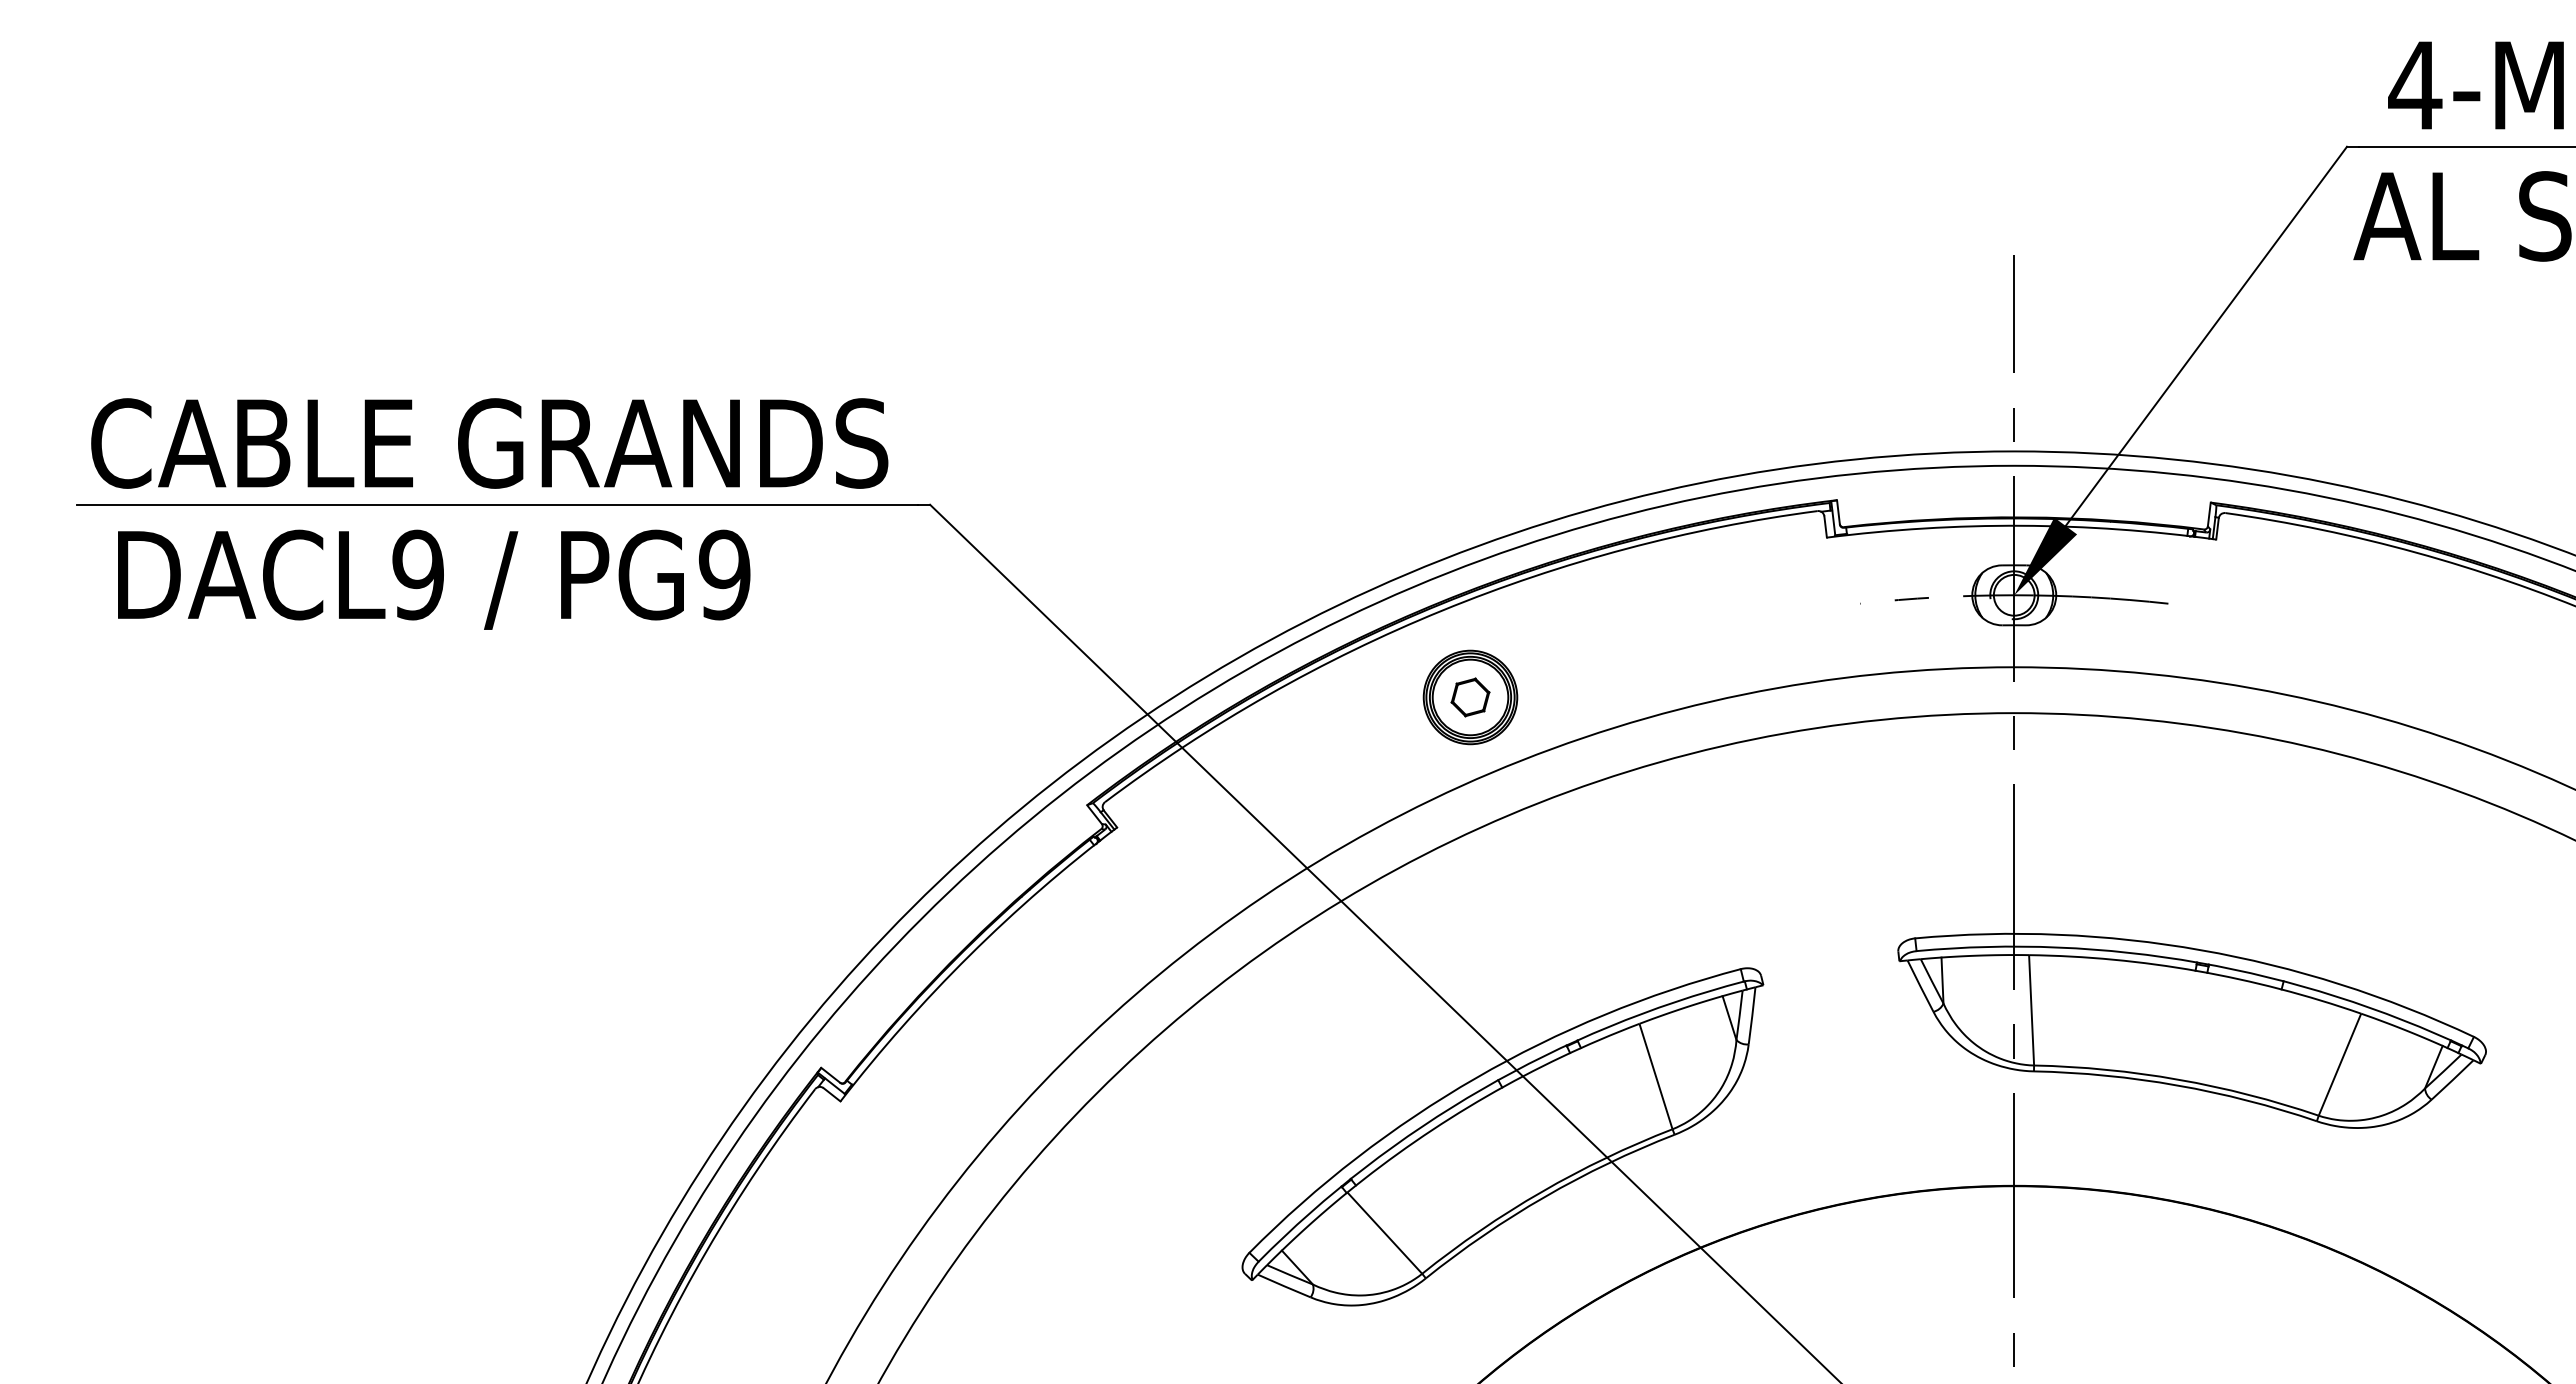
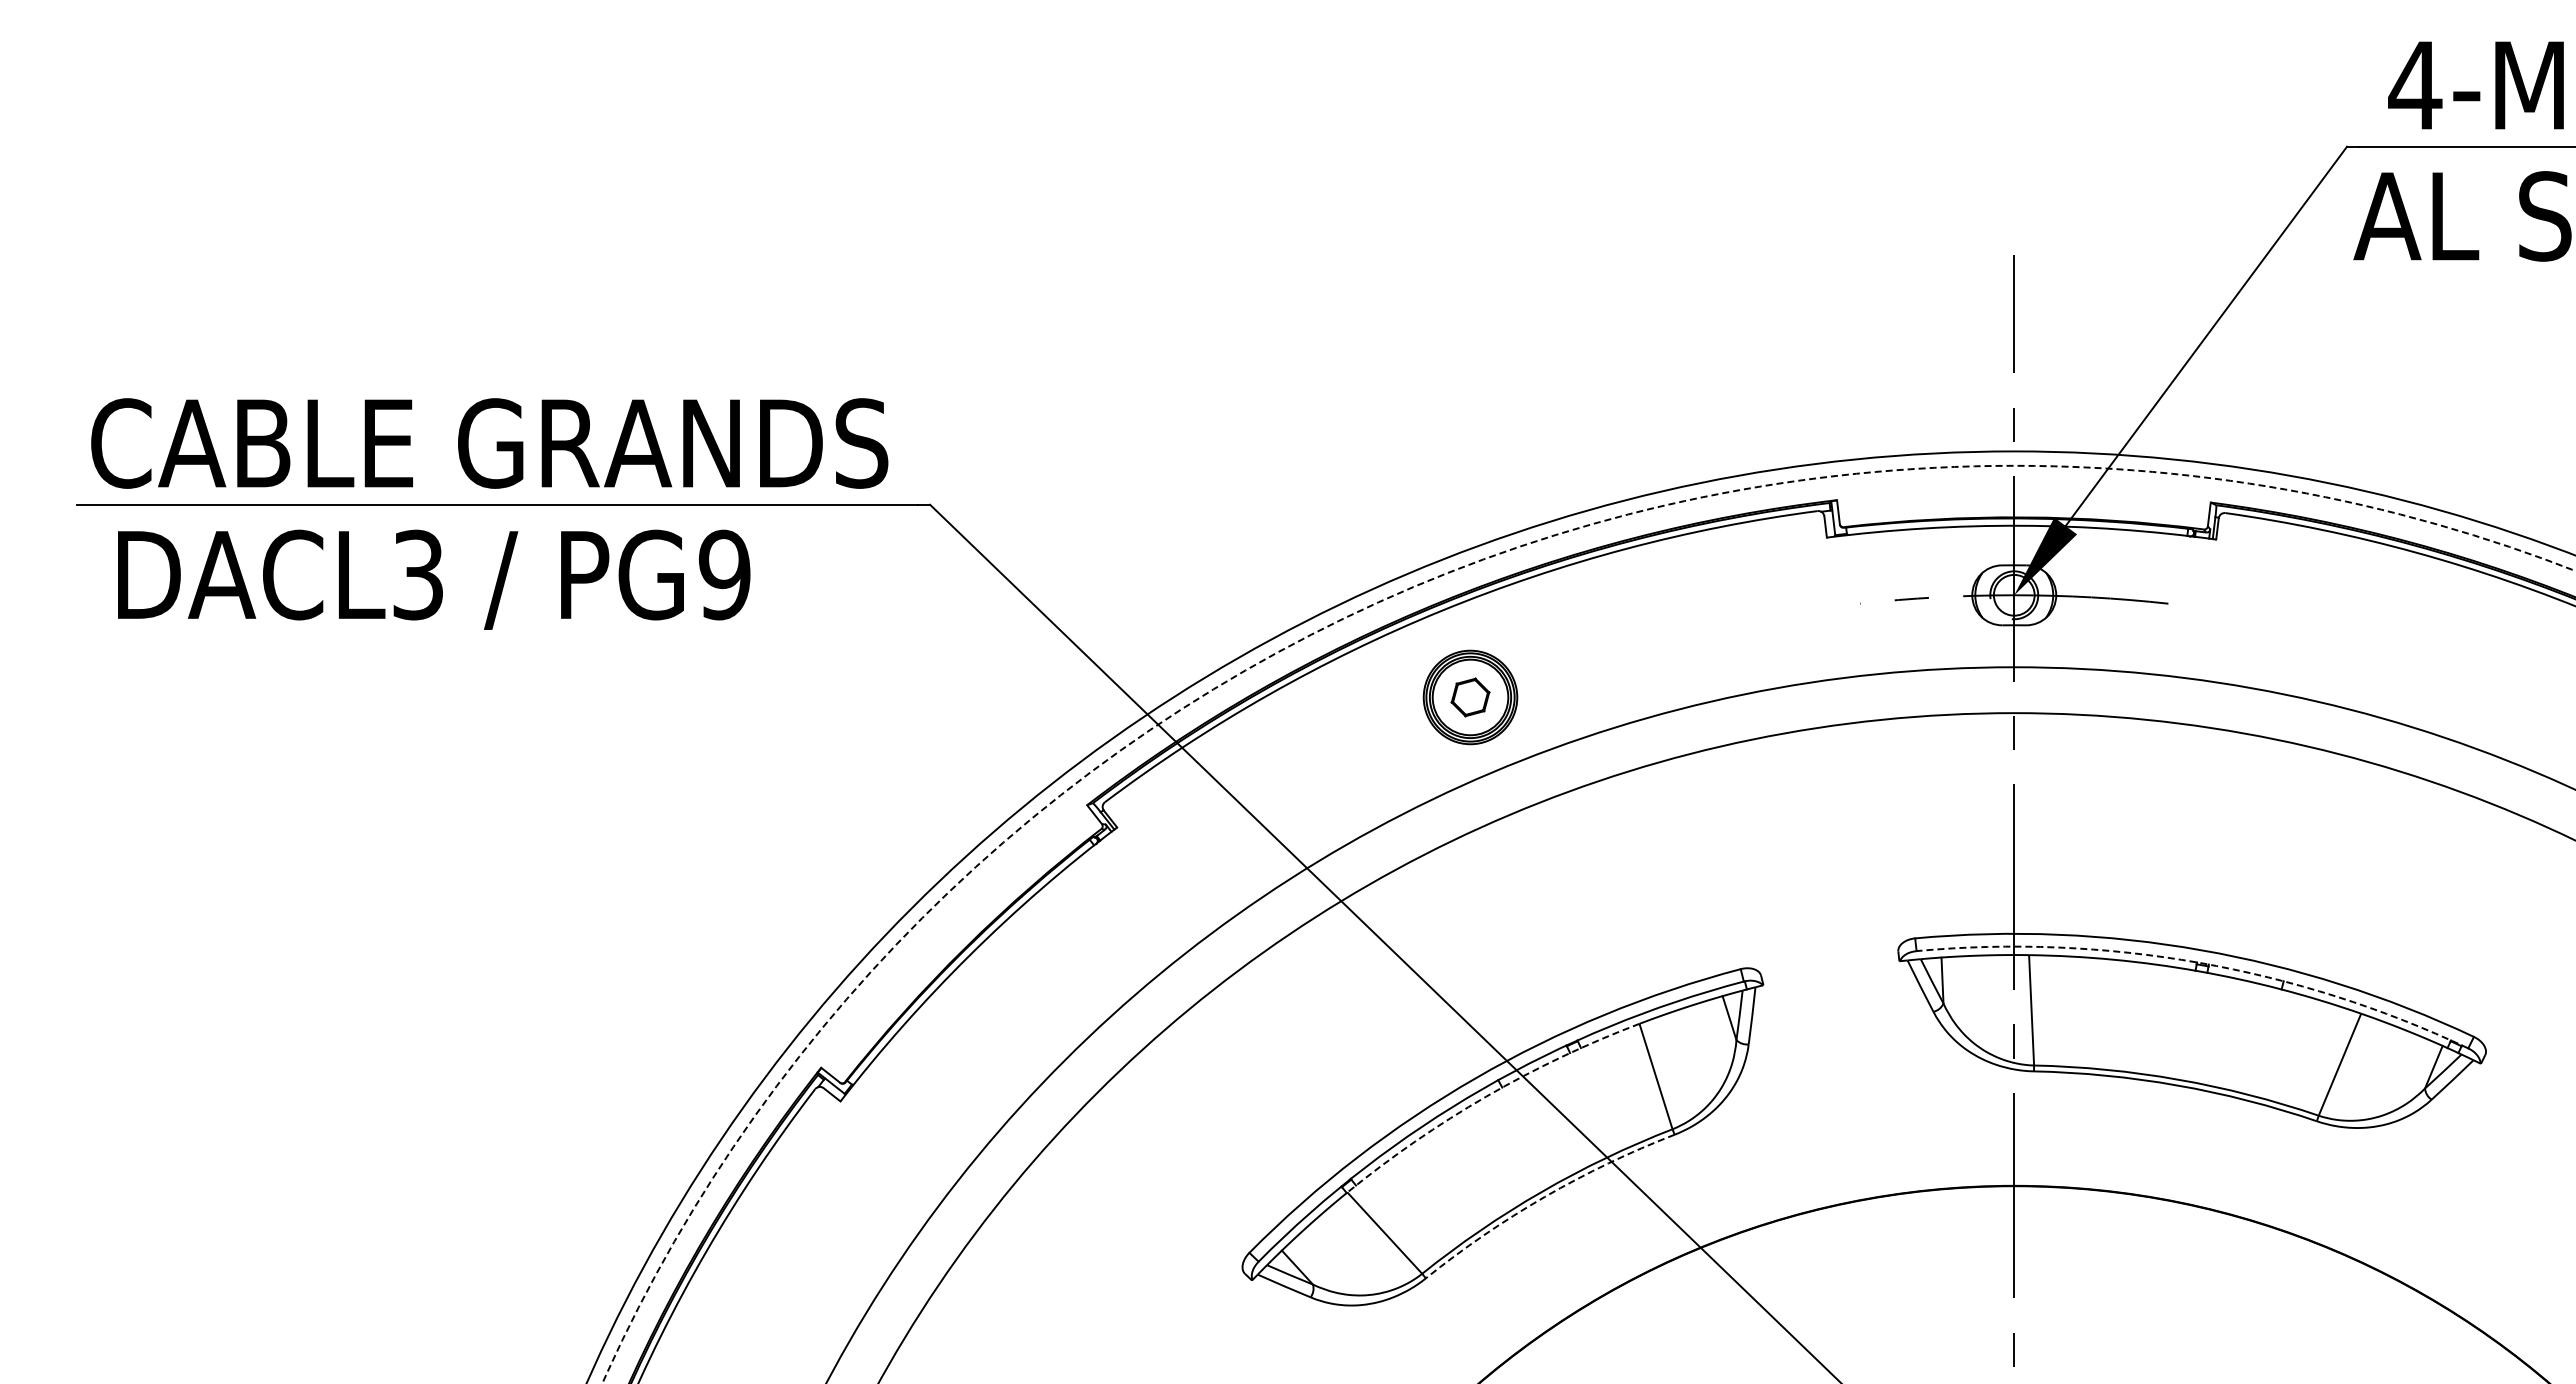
text at (417, 574): DACL9 -> DACL3
circle at (1588, 924): solid -> dashed
arc at (2198, 962): solid -> dashed
arc at (1486, 1096): solid -> dashed
arc at (1544, 1196): solid -> dashed
